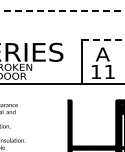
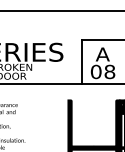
line at (62, 10): dashed -> solid
line at (103, 40): dashed -> solid
text at (102, 71): 11 -> 08
